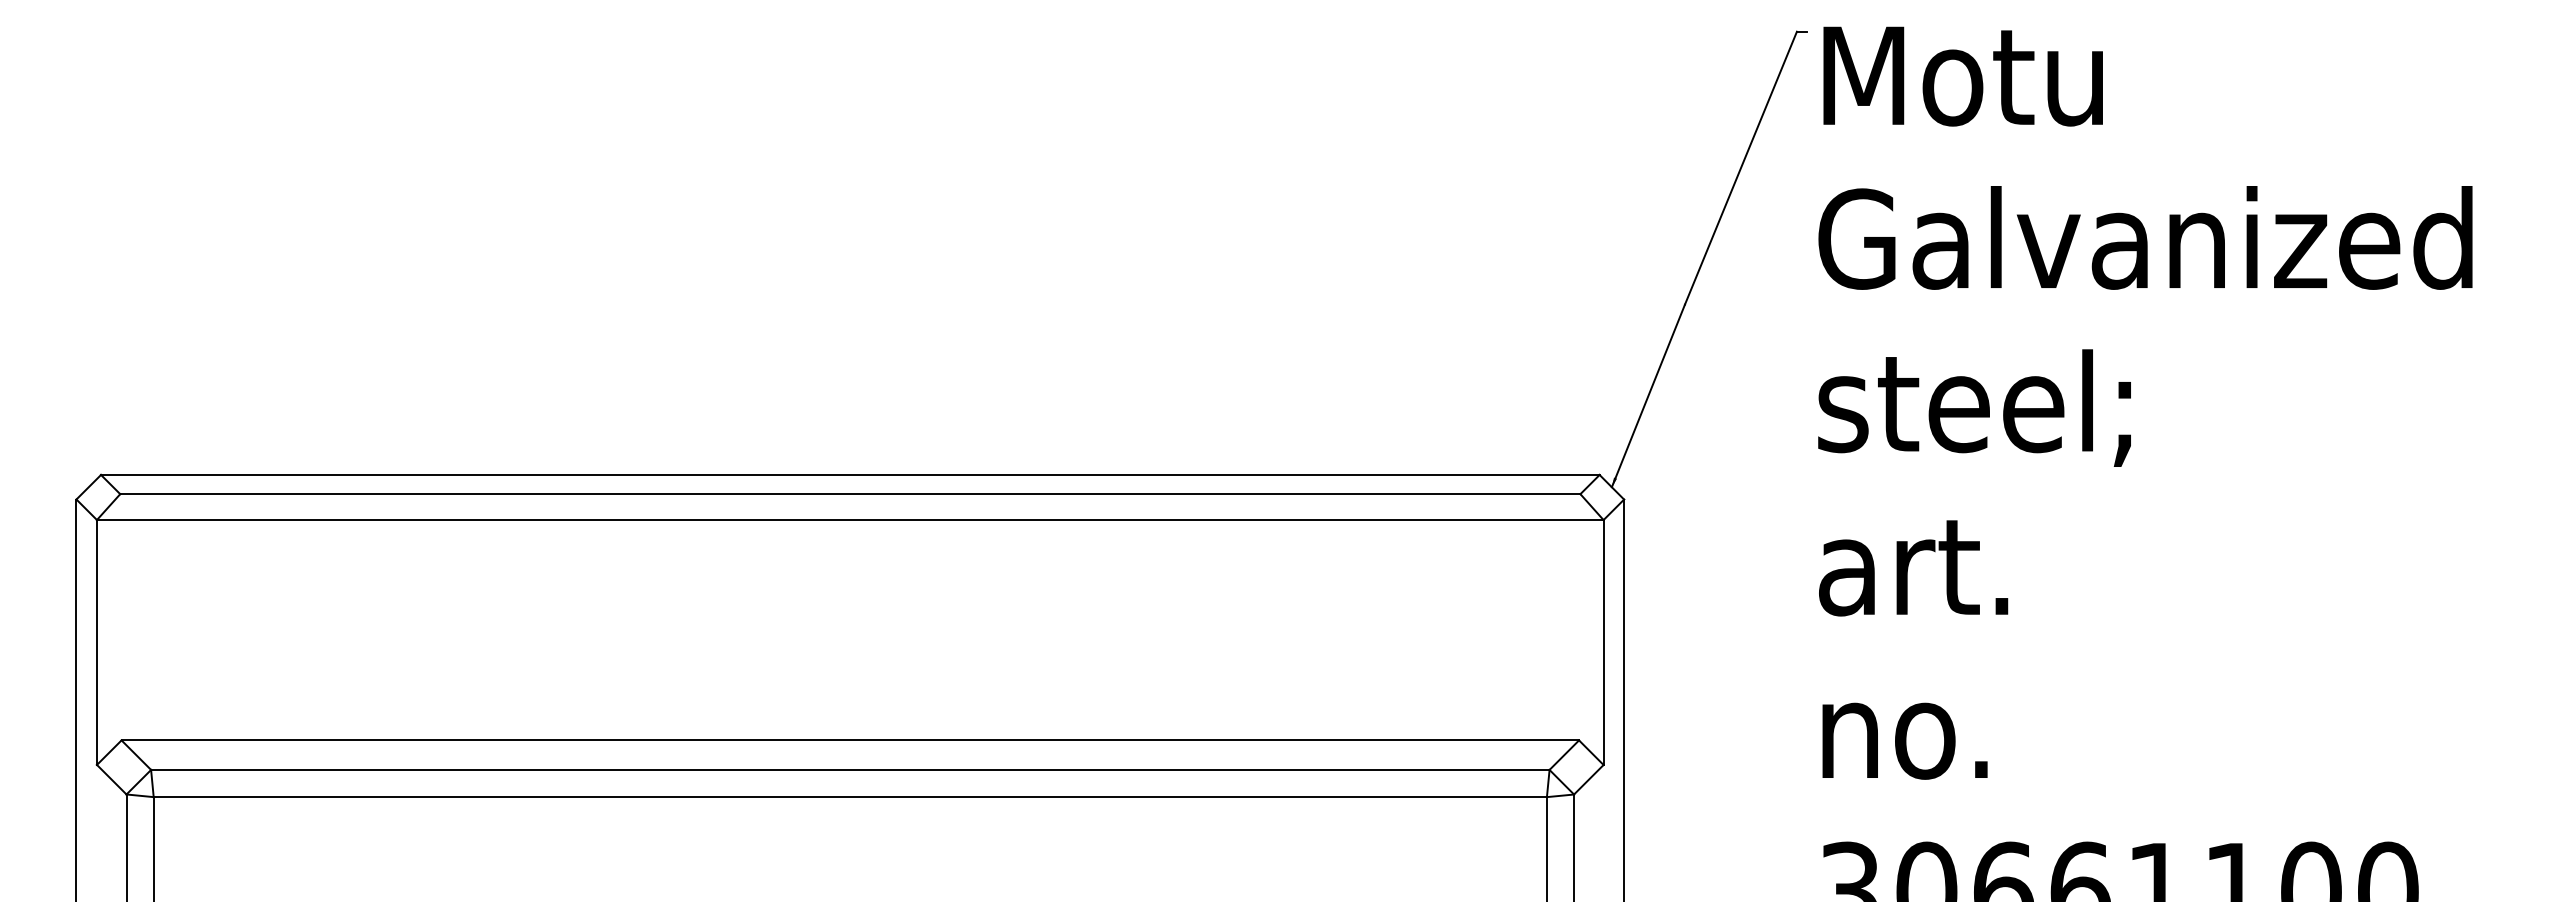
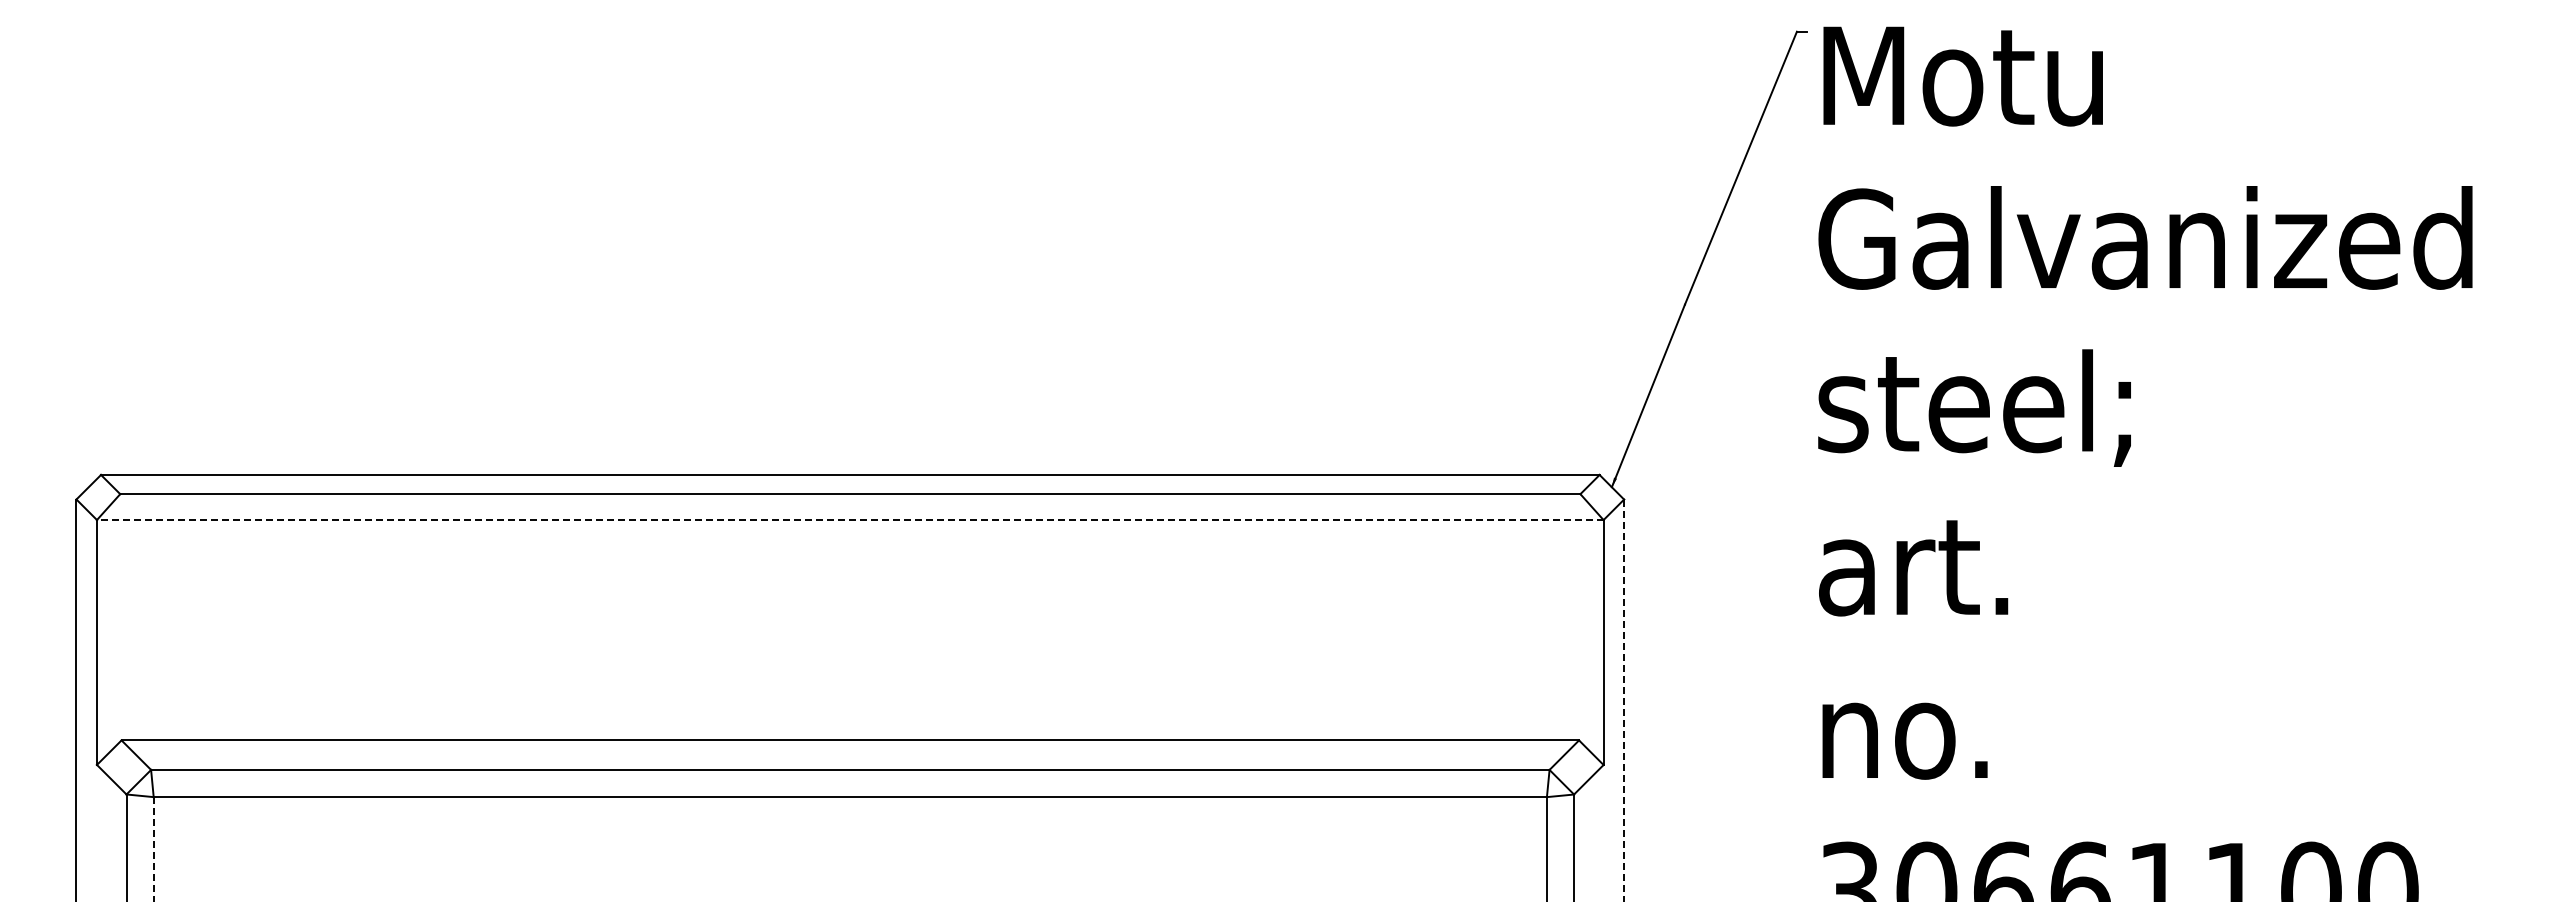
line at (849, 519): solid -> dashed
line at (1624, 700): solid -> dashed
line at (153, 849): solid -> dashed
